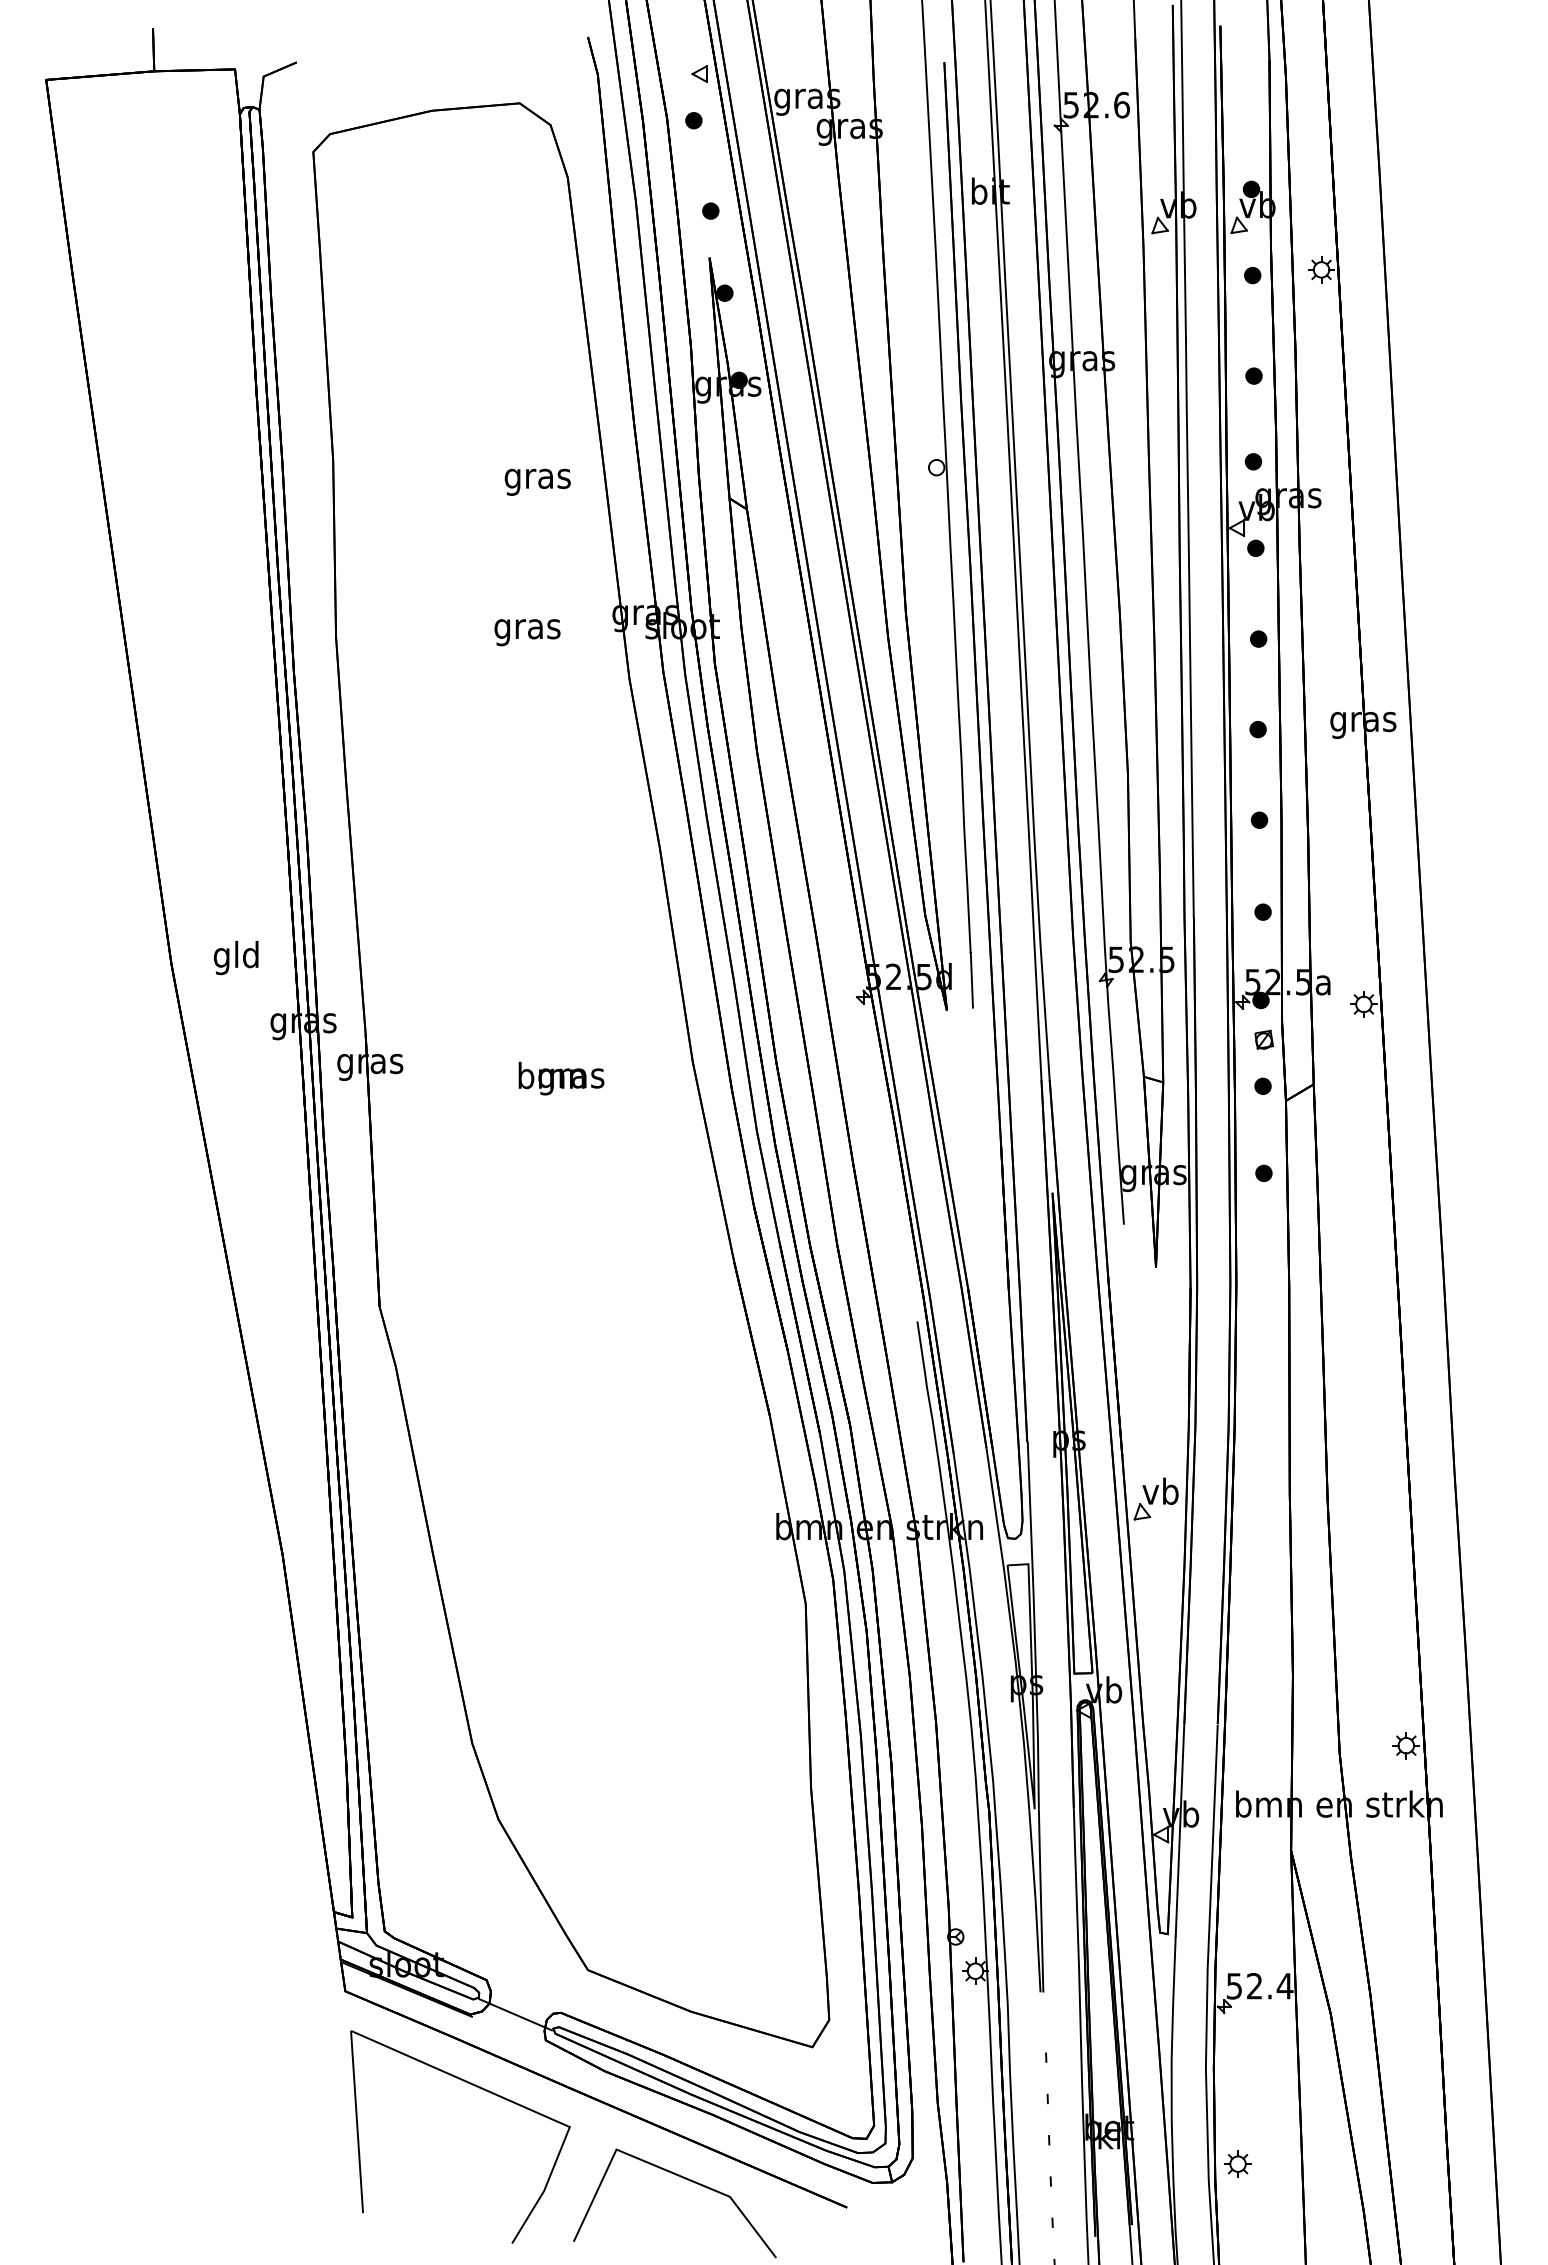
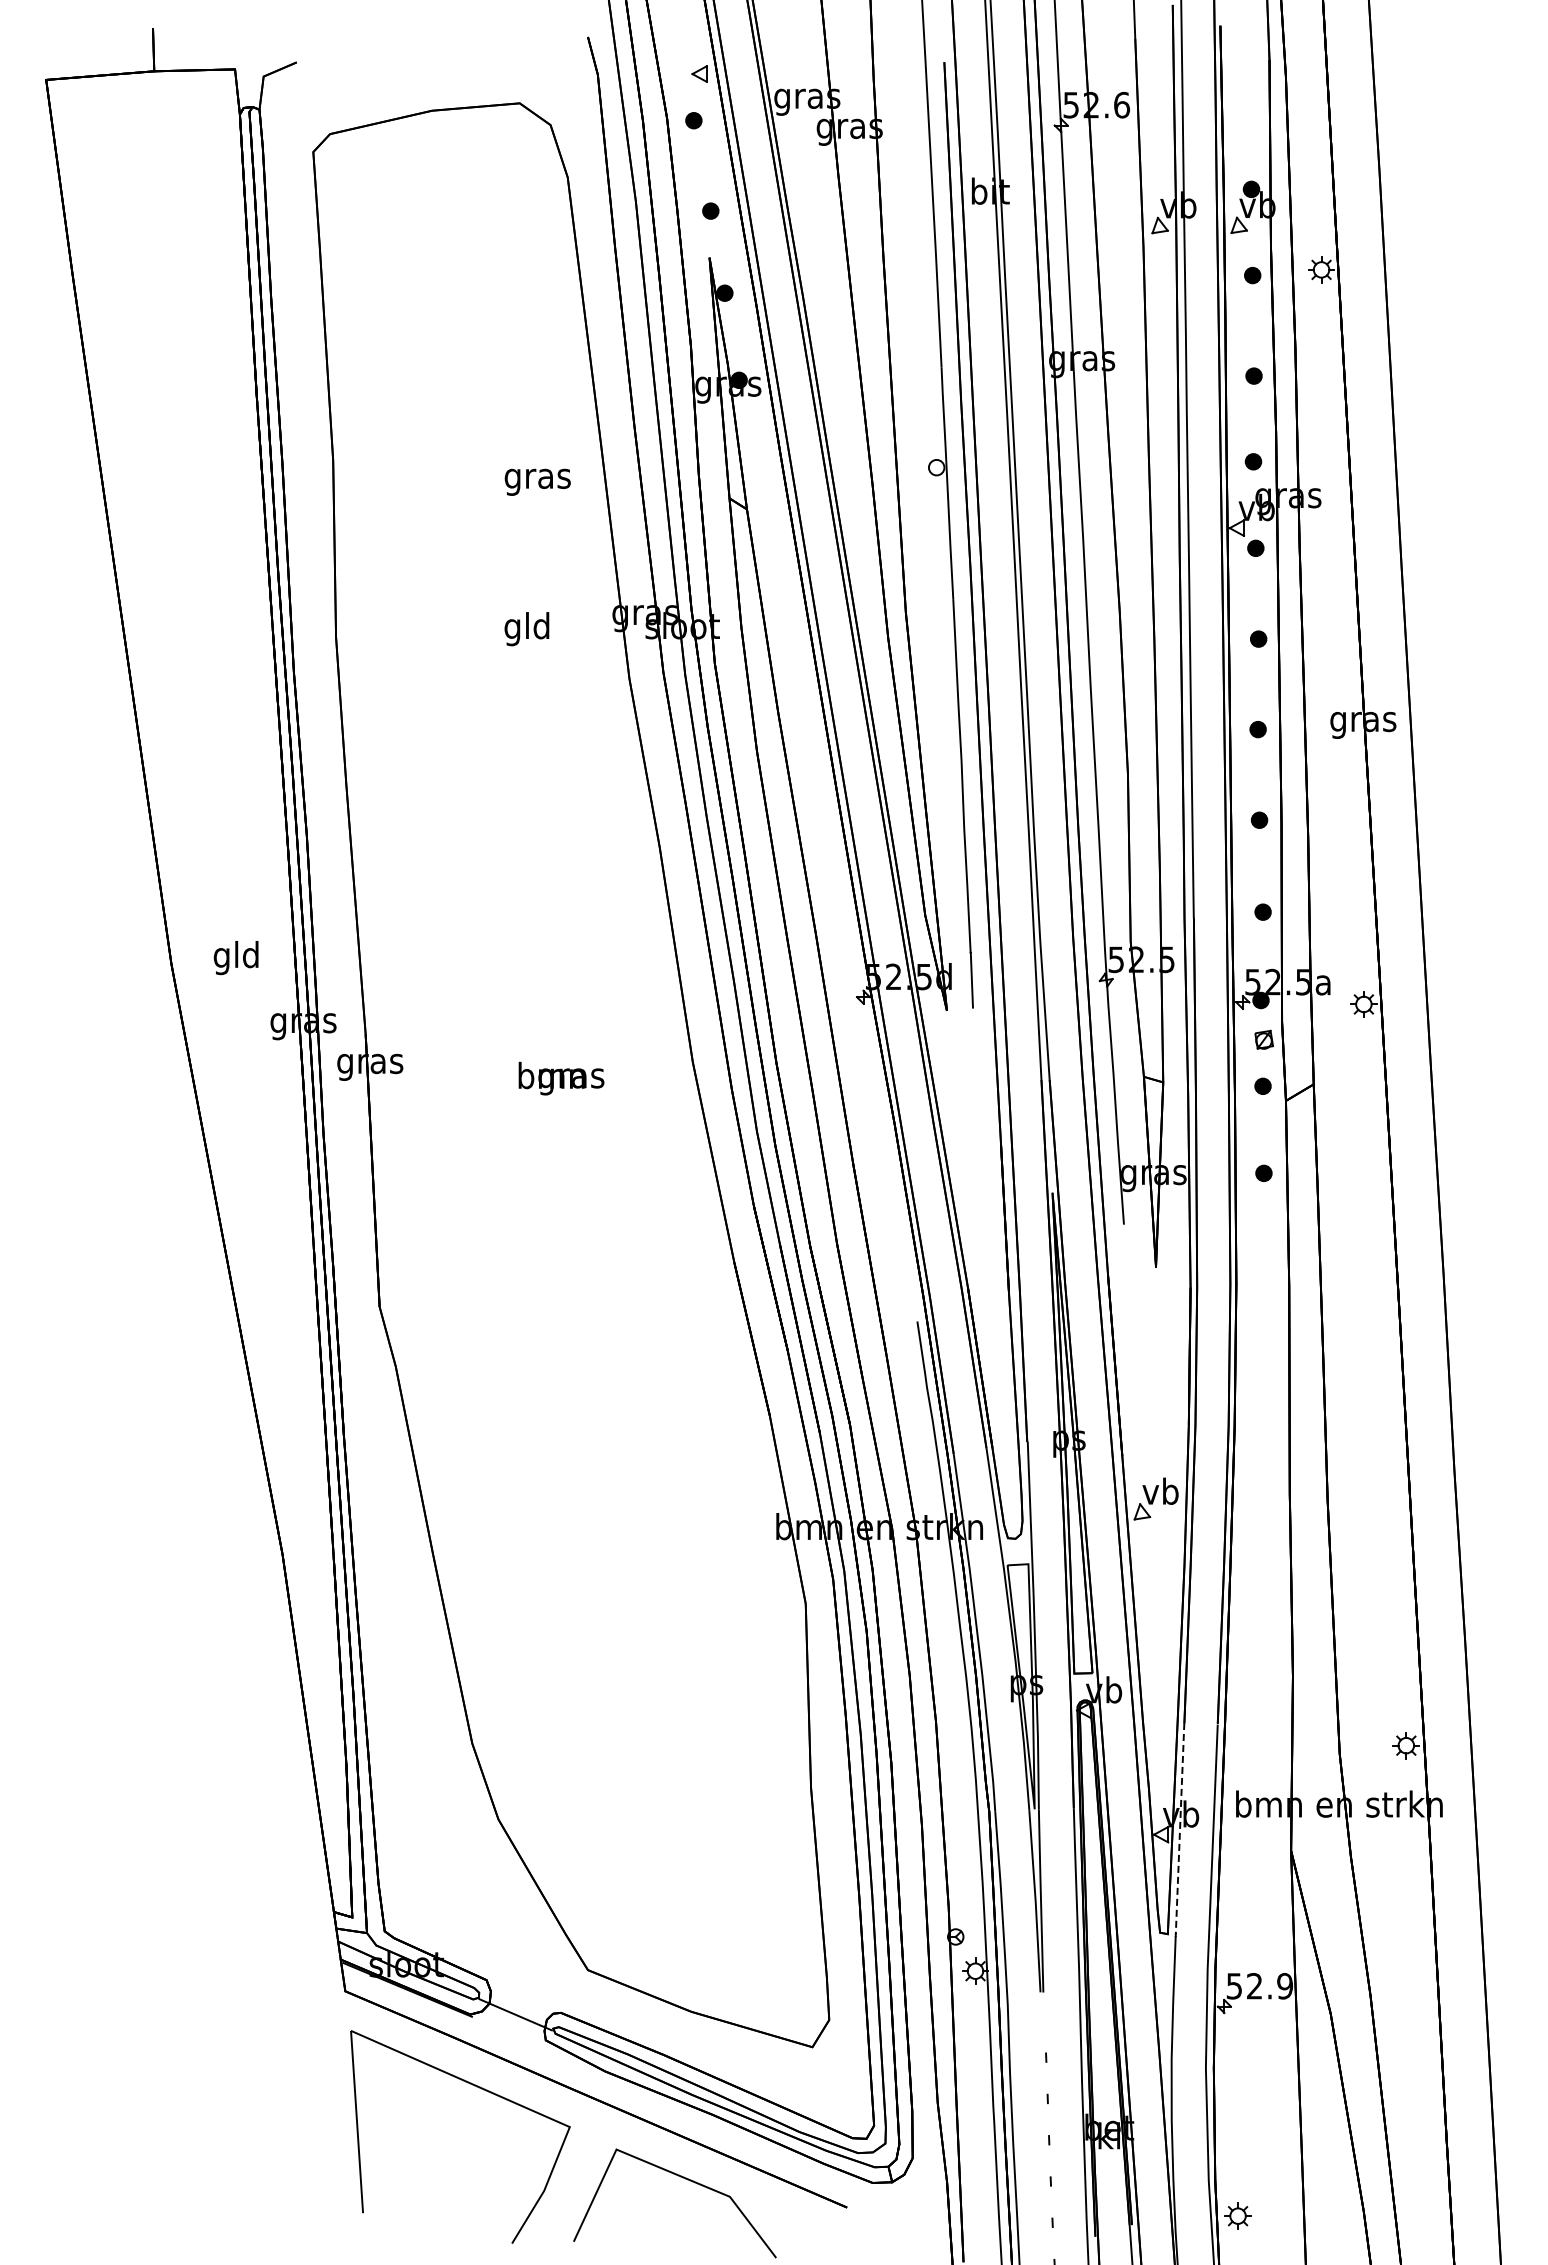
text at (527, 629): gras -> gld
line at (1180, 1828): solid -> dashed
text at (1284, 1986): 52.4 -> 52.9
part at (1237, 2163) position: (1237, 2163) -> (1237, 2215)
